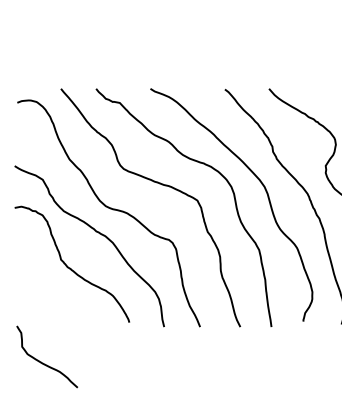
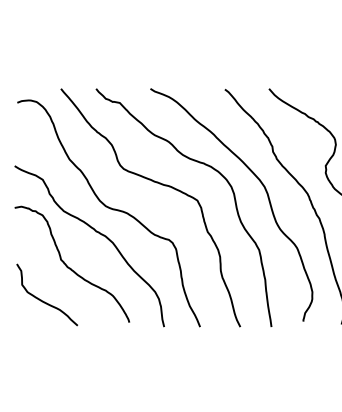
curve at (43, 362) position: (43, 362) -> (43, 300)
